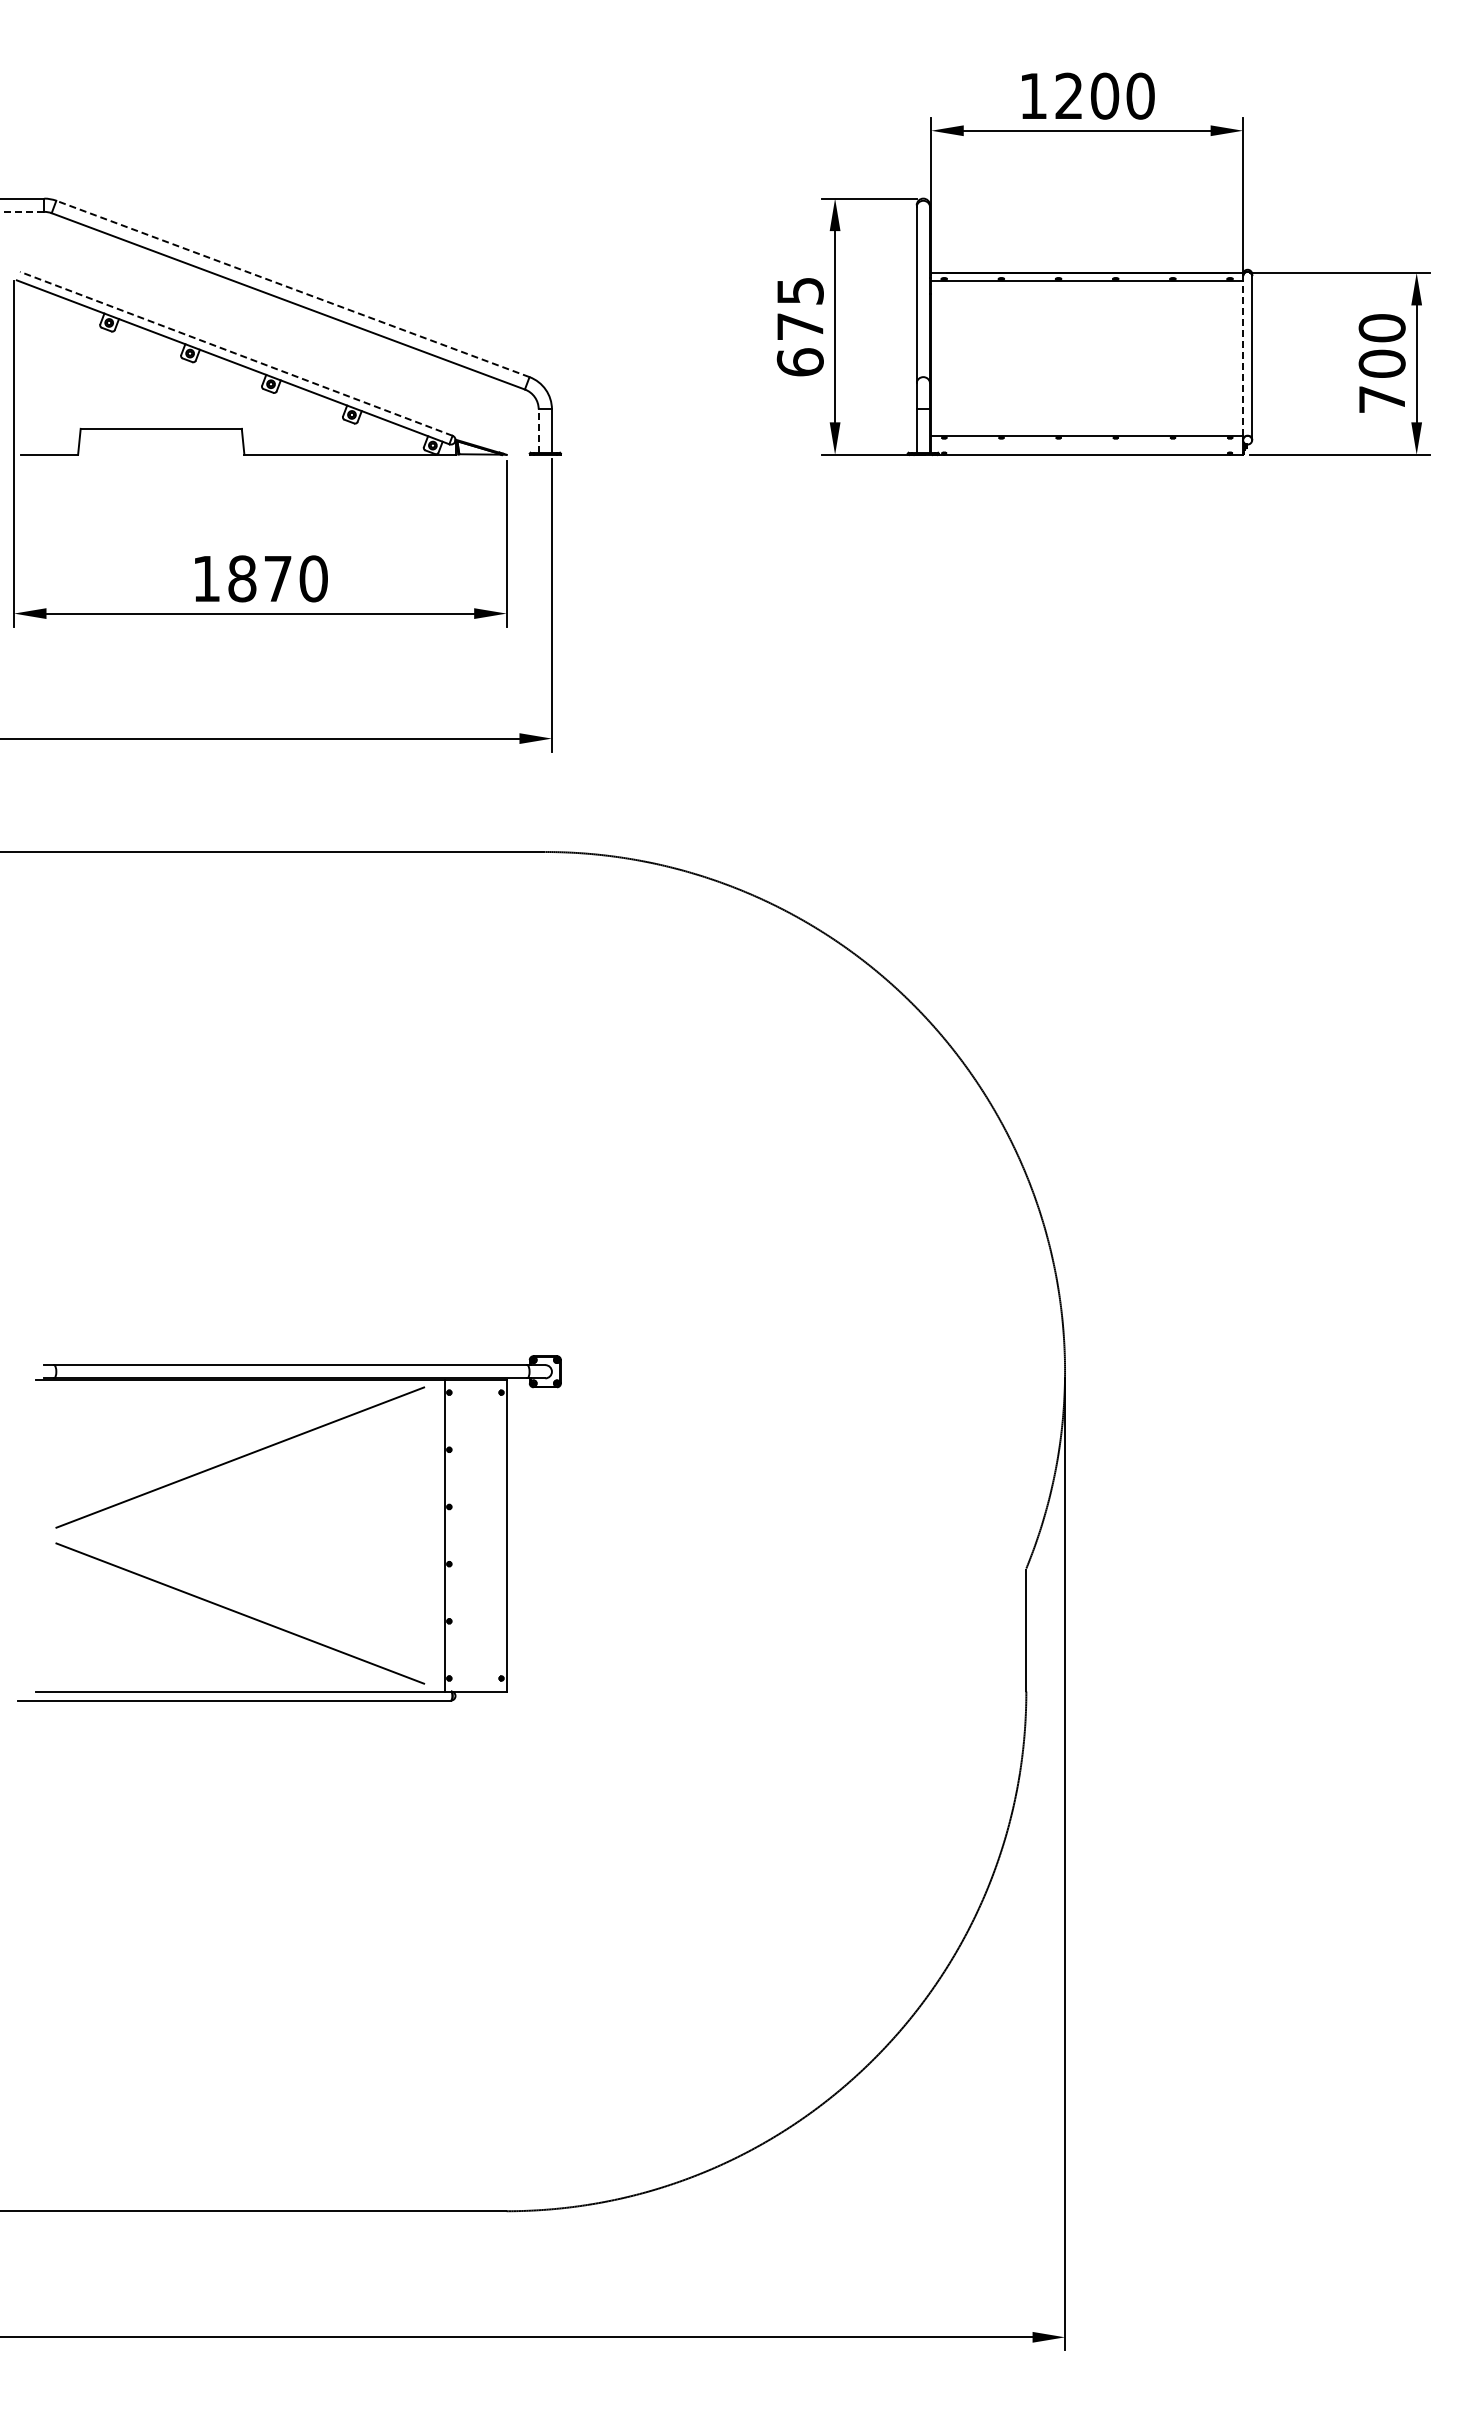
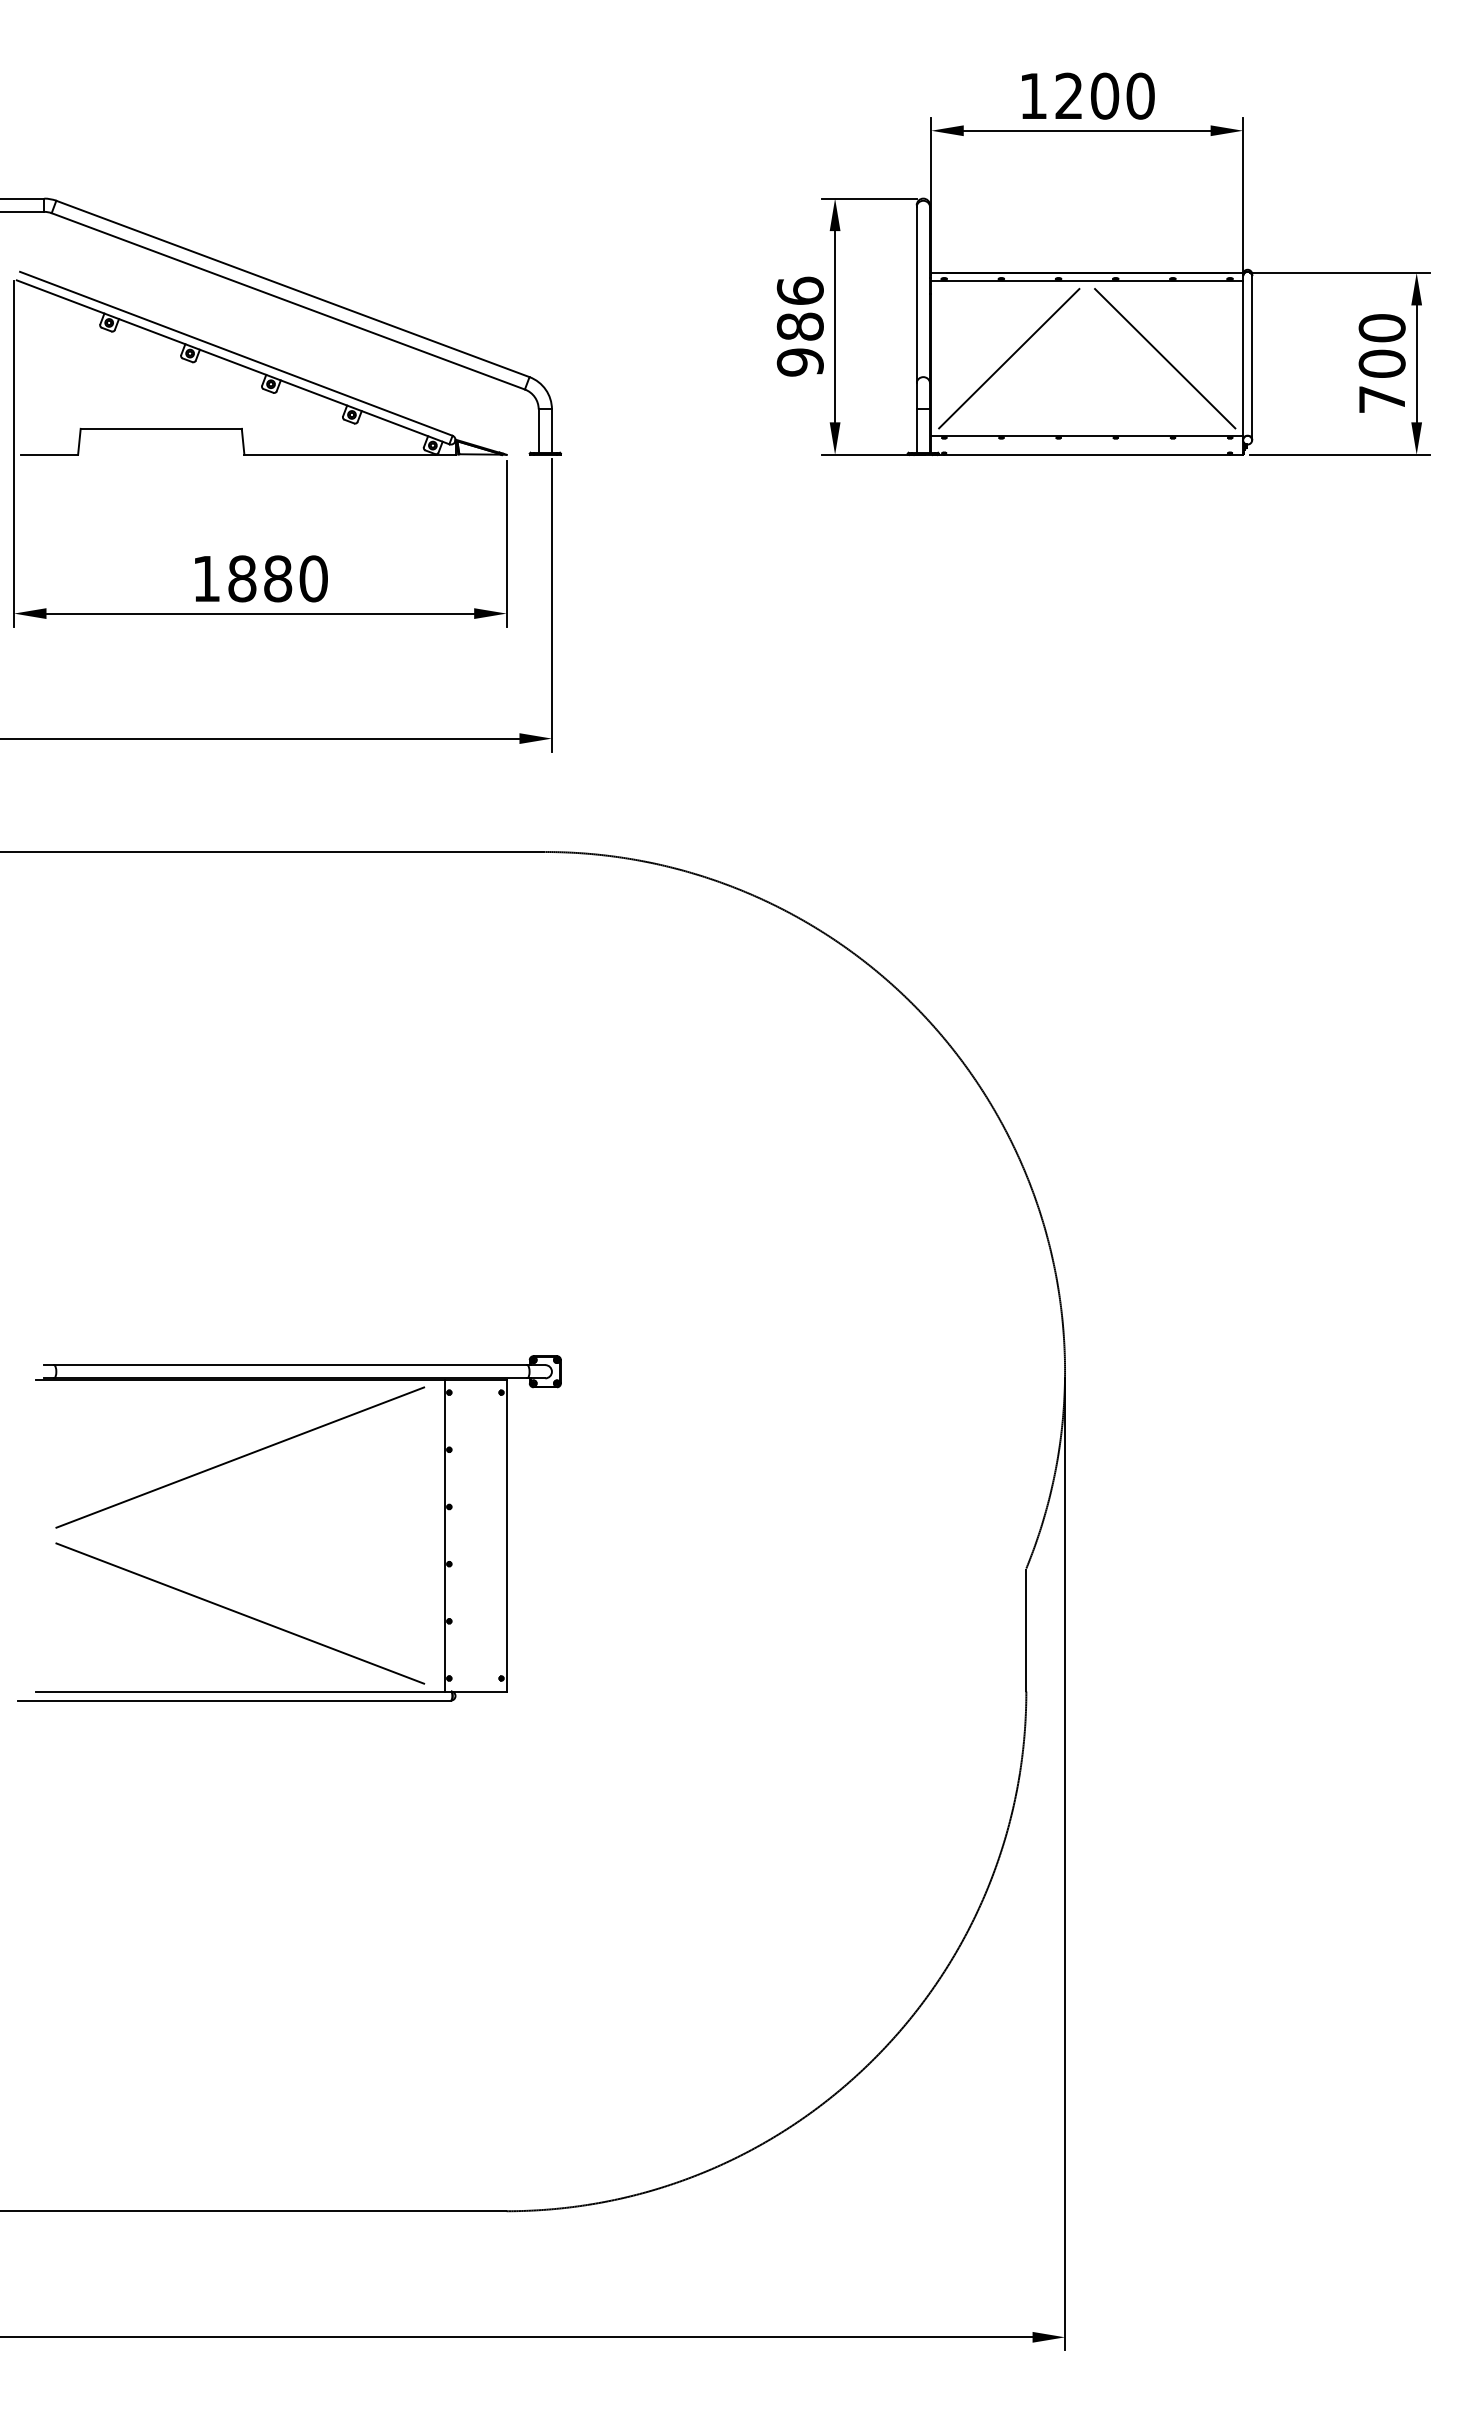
line at (22, 211): dashed -> solid
line at (292, 288): dashed -> solid
text at (799, 326): 675 -> 986
line at (235, 353): dashed -> solid
line at (1009, 358): none -> present
line at (1165, 358): none -> present
line at (1243, 358): dashed -> solid
line at (538, 431): dashed -> solid
text at (278, 578): 1870 -> 1880
